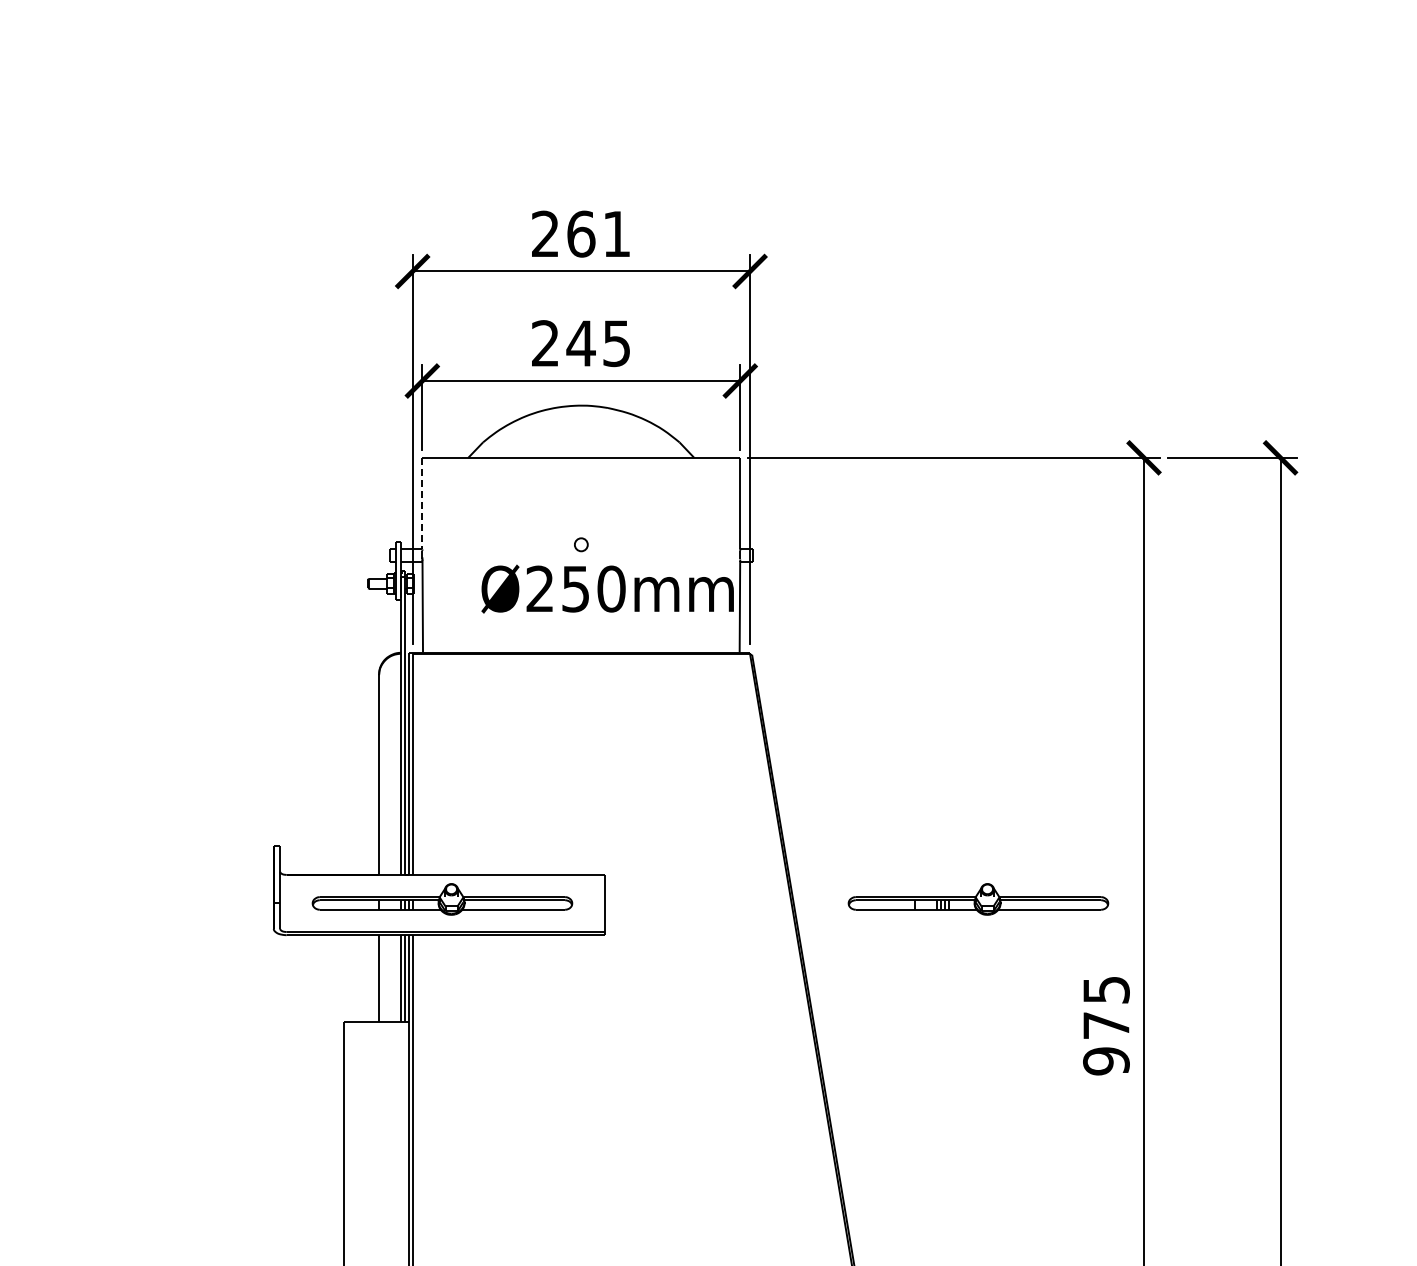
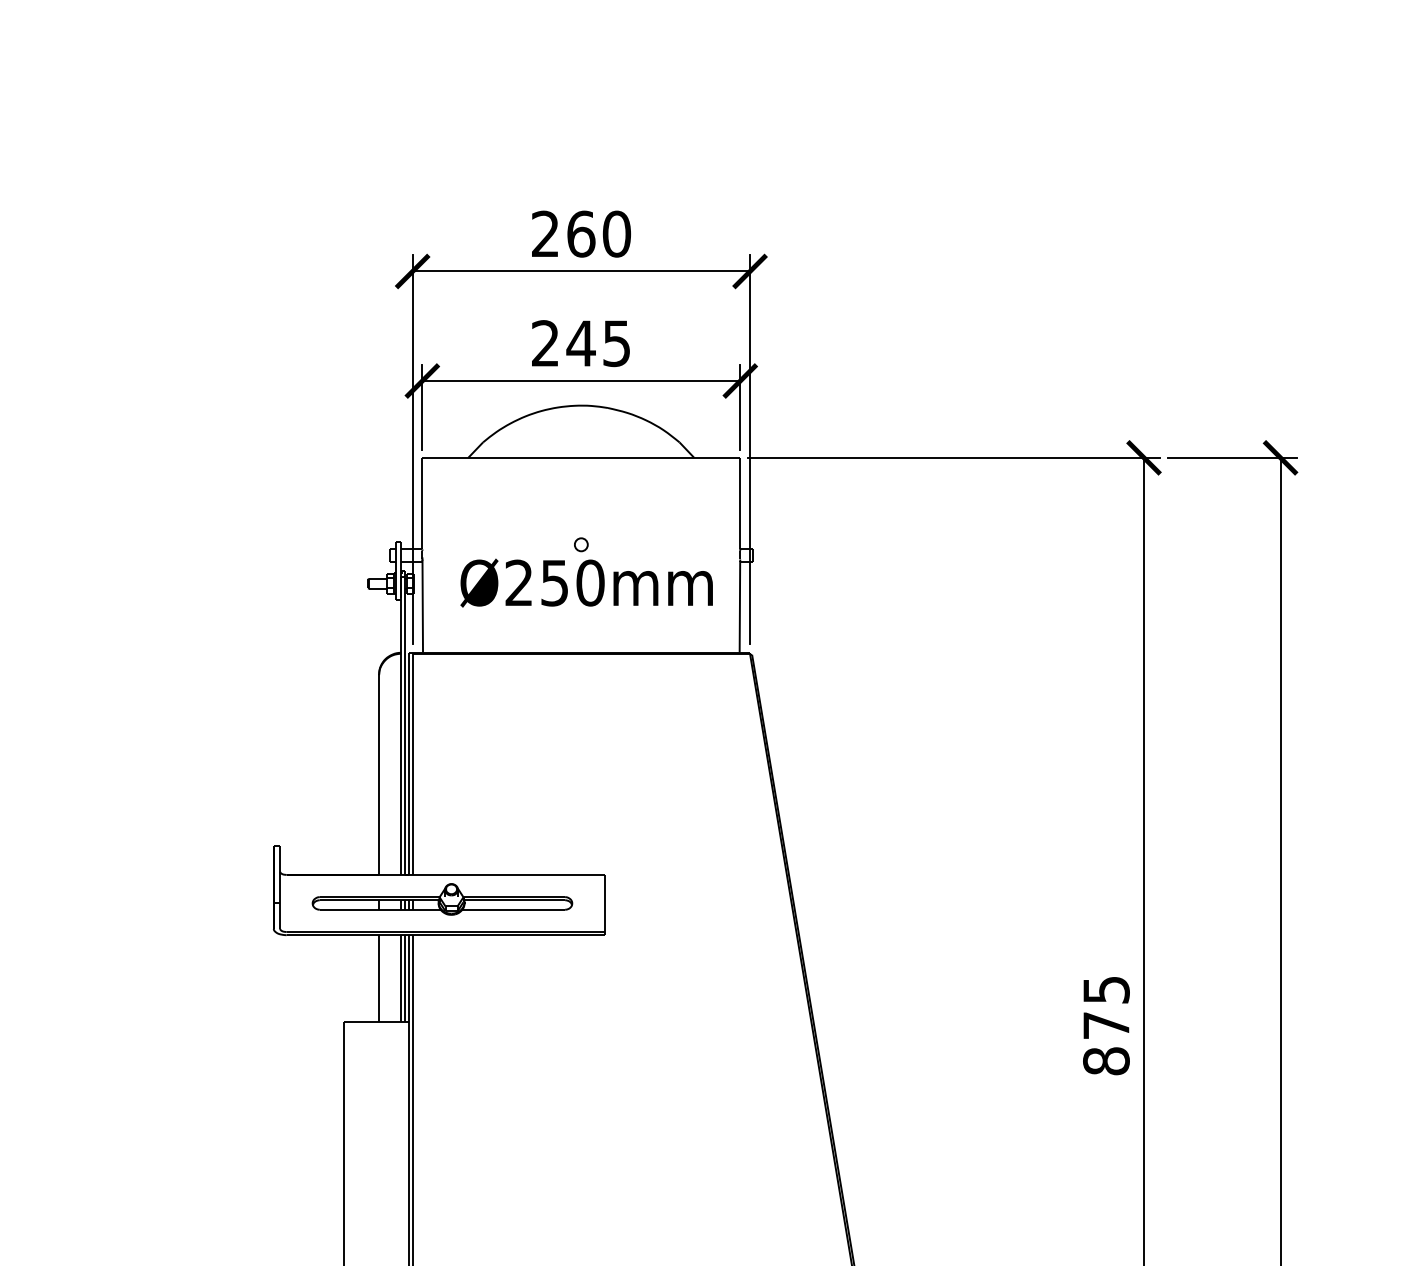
text at (616, 233): 261 -> 260
line at (422, 503): dashed -> solid
text at (607, 588) position: (607, 588) -> (586, 582)
part at (978, 899): present -> none
text at (1106, 1061): 975 -> 875
